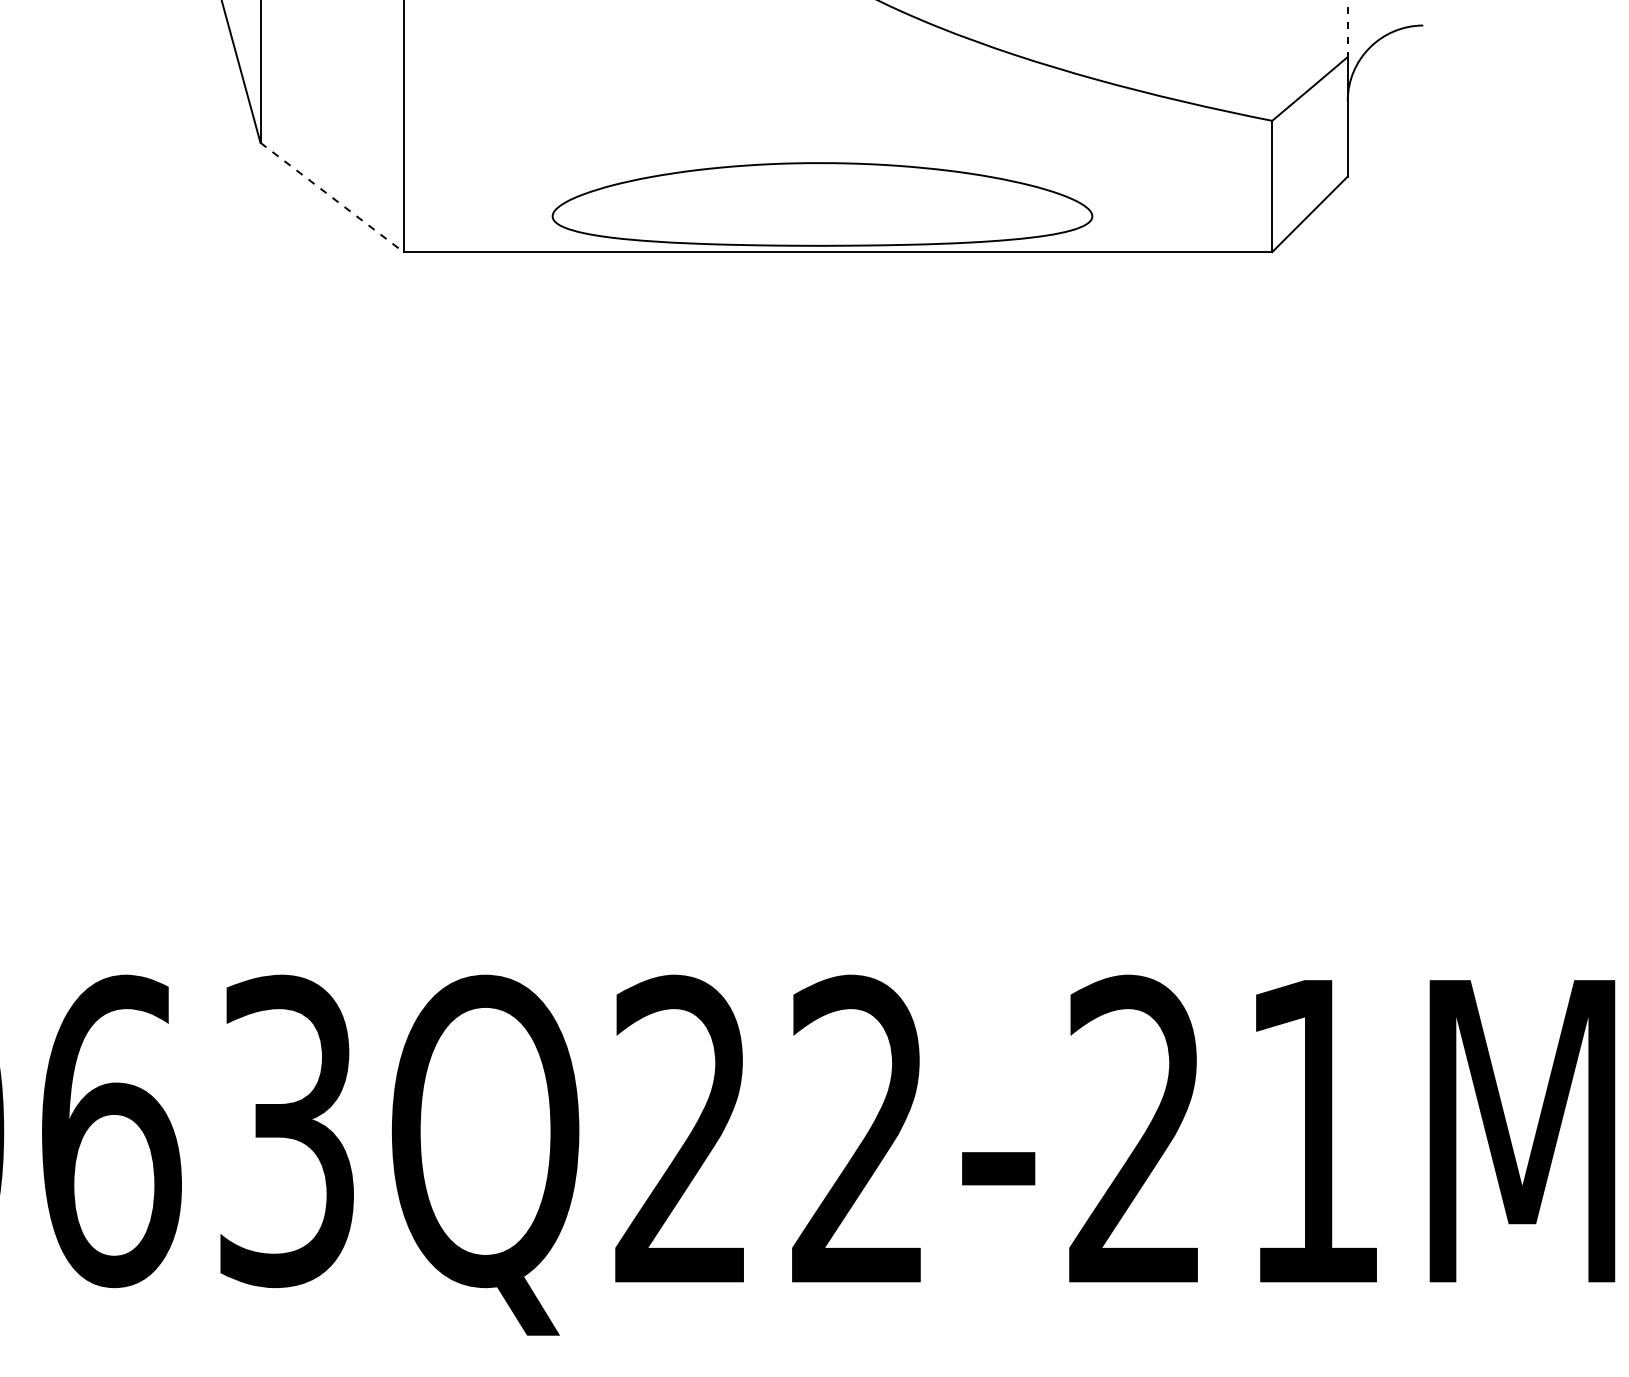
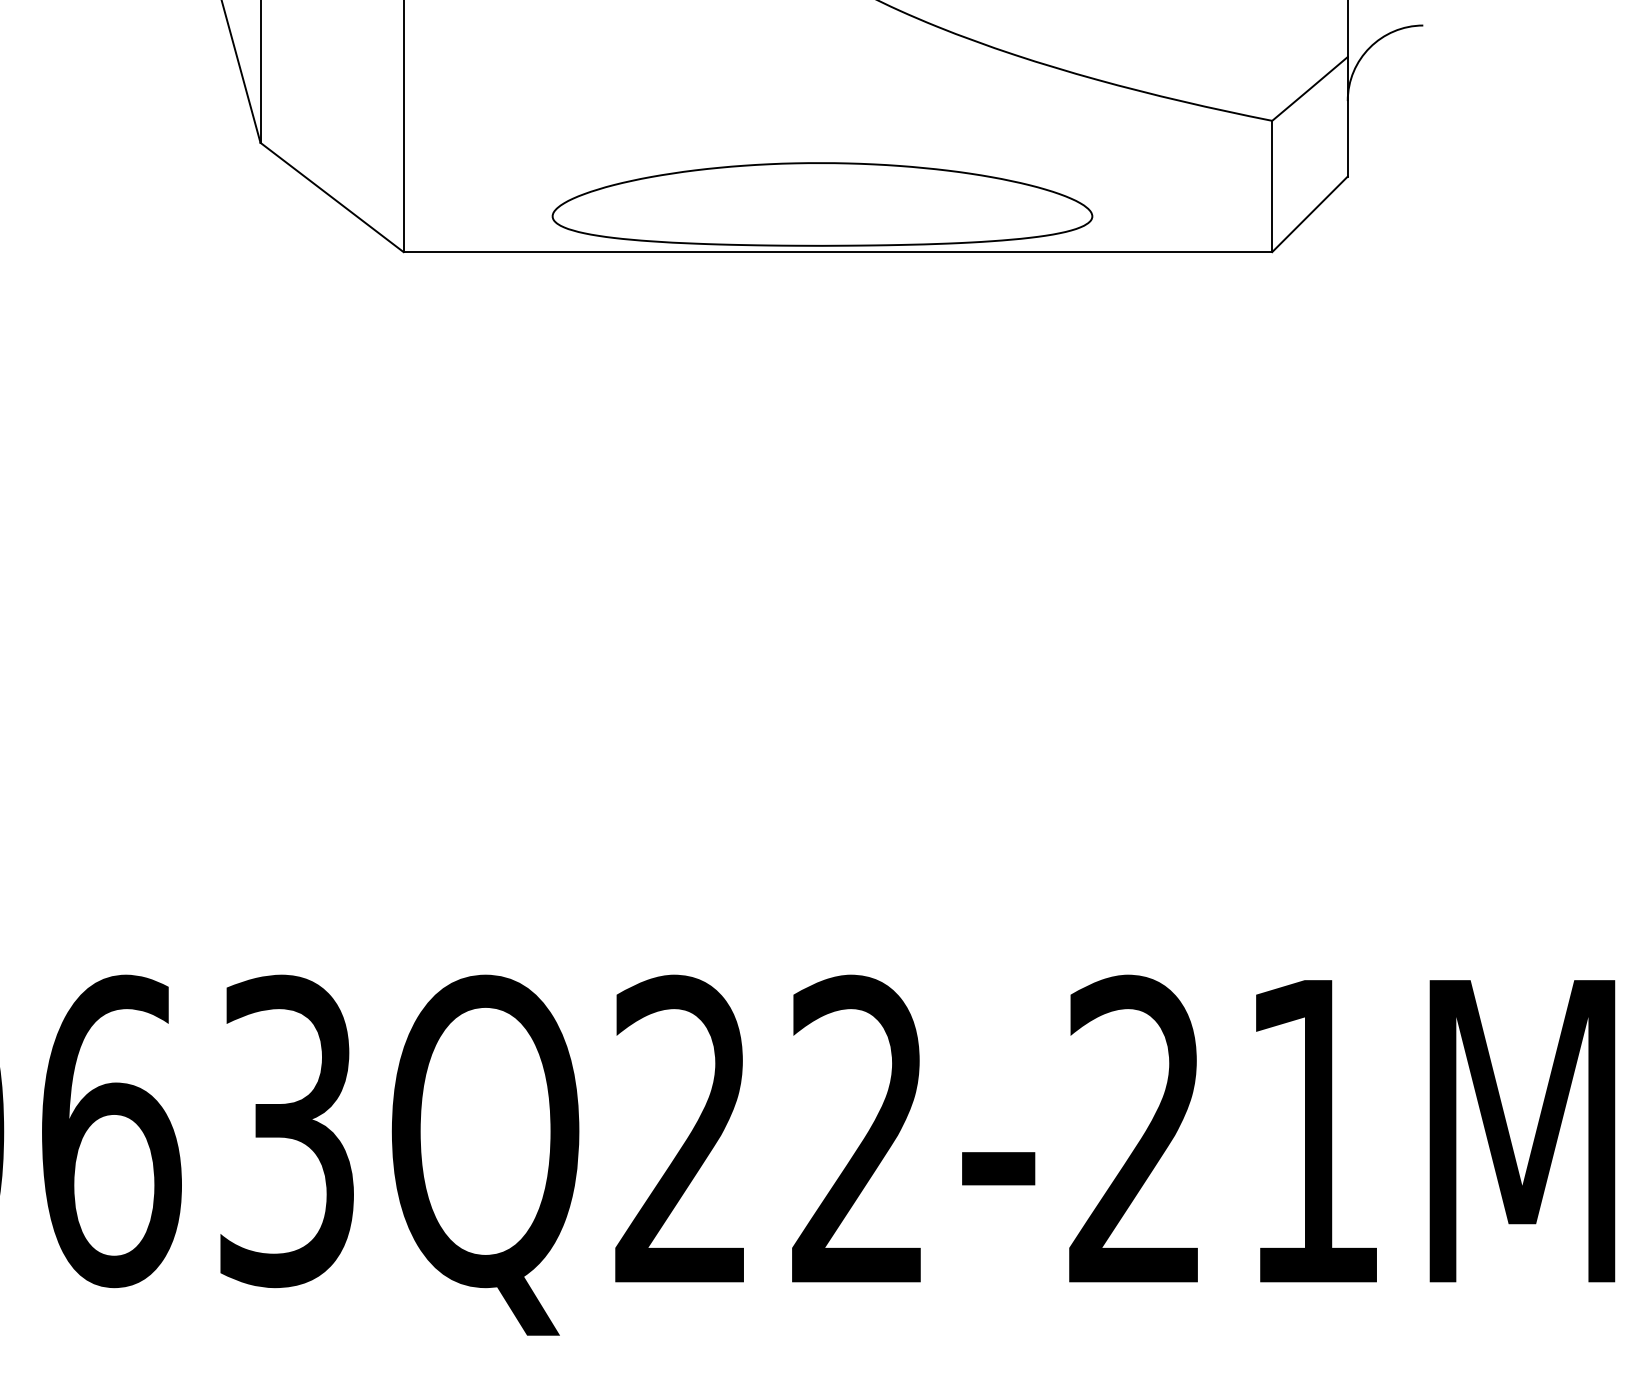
line at (1347, 29): dashed -> solid
line at (332, 197): dashed -> solid
